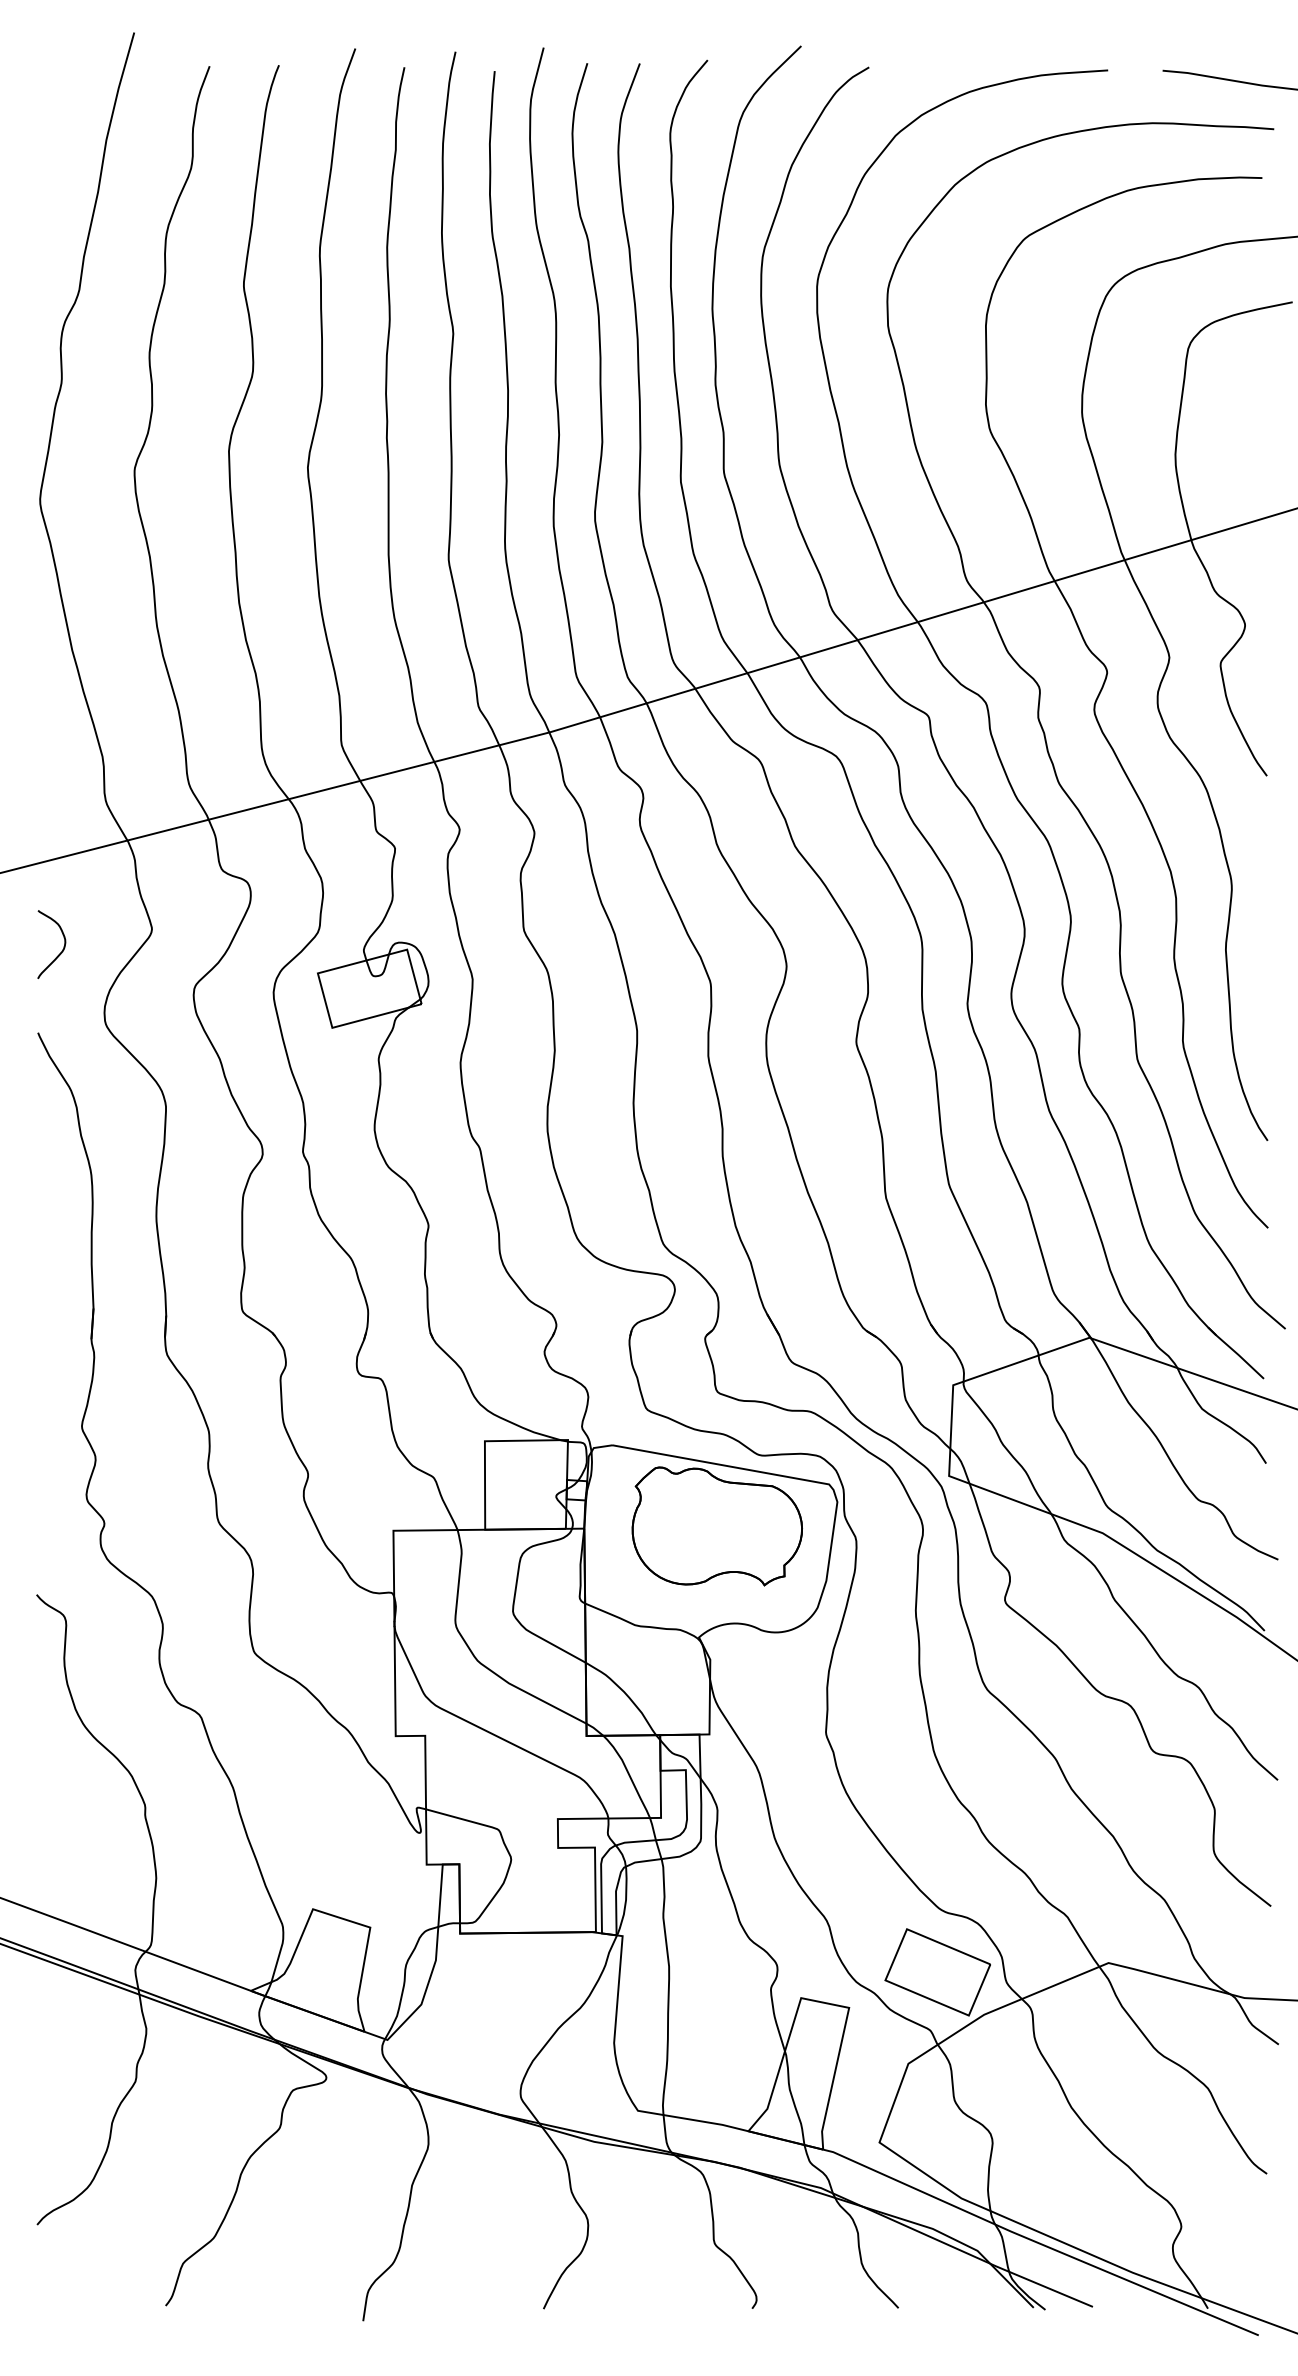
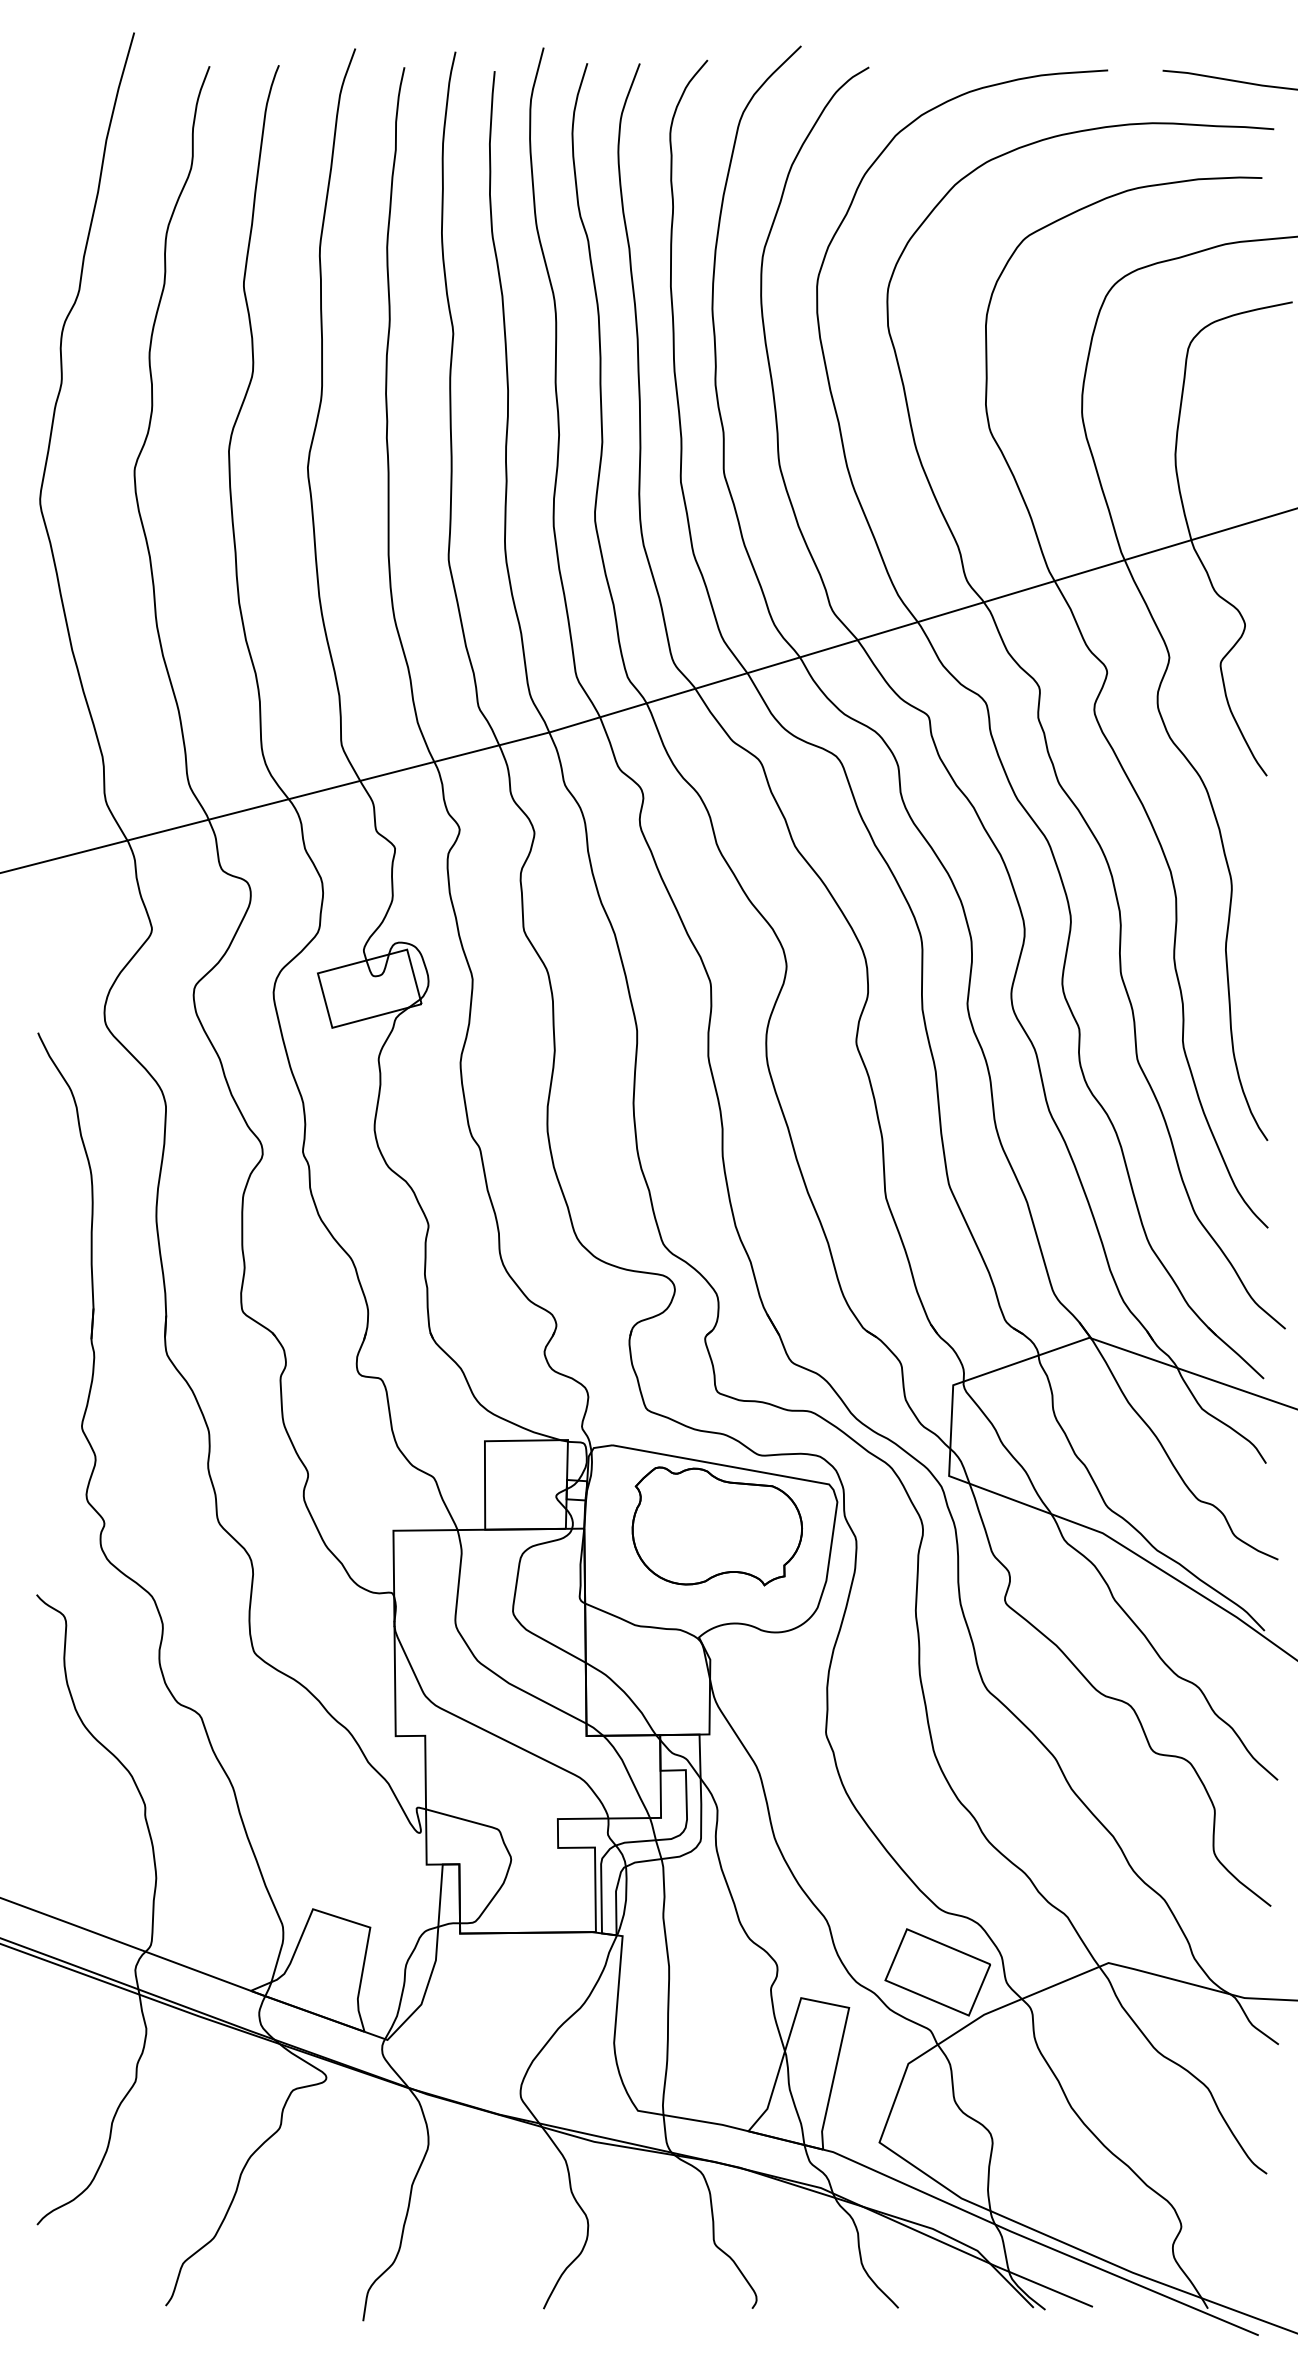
curve at (60, 952): present -> none
